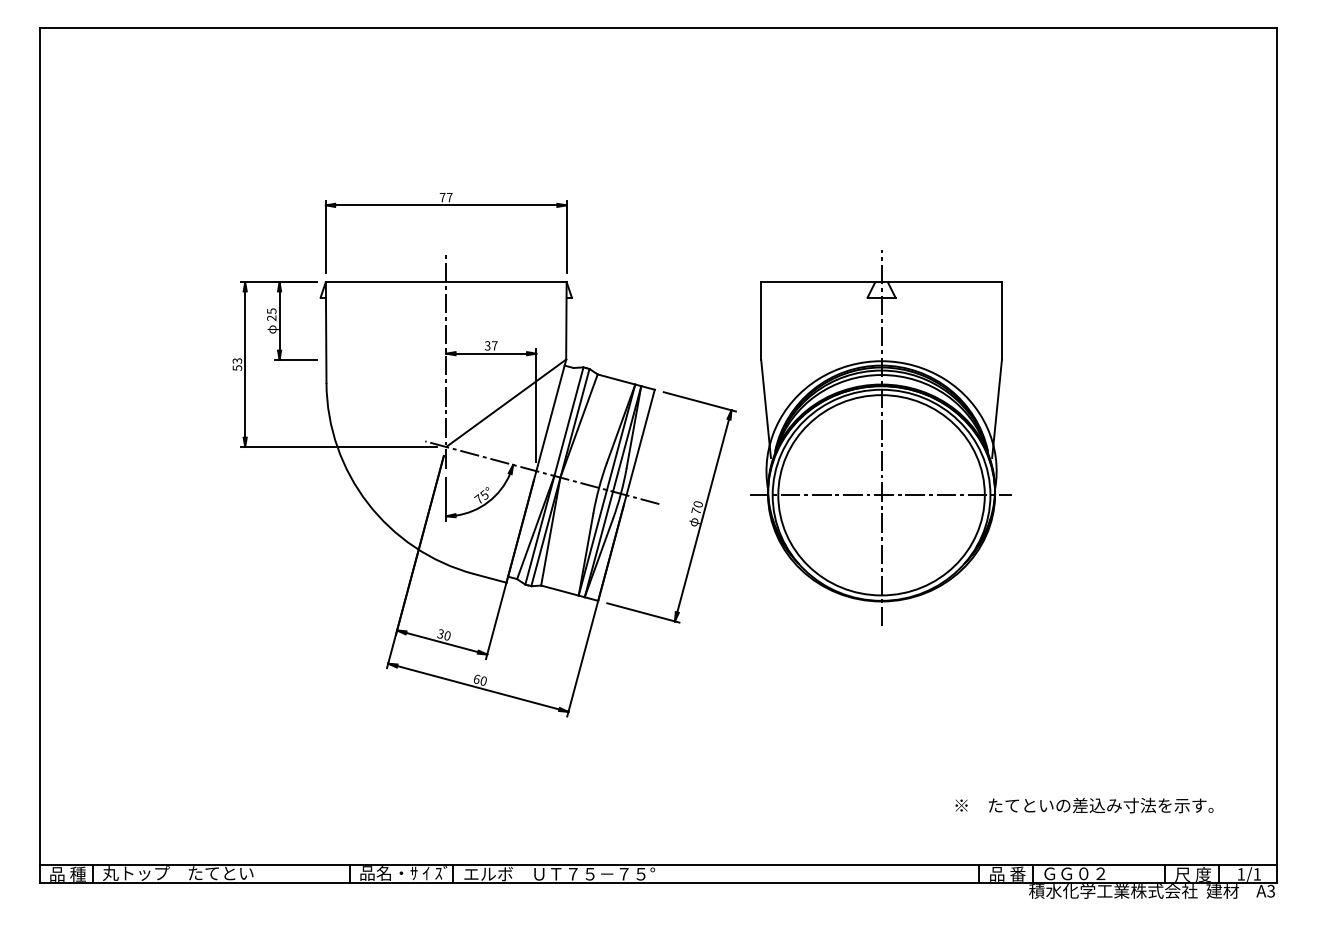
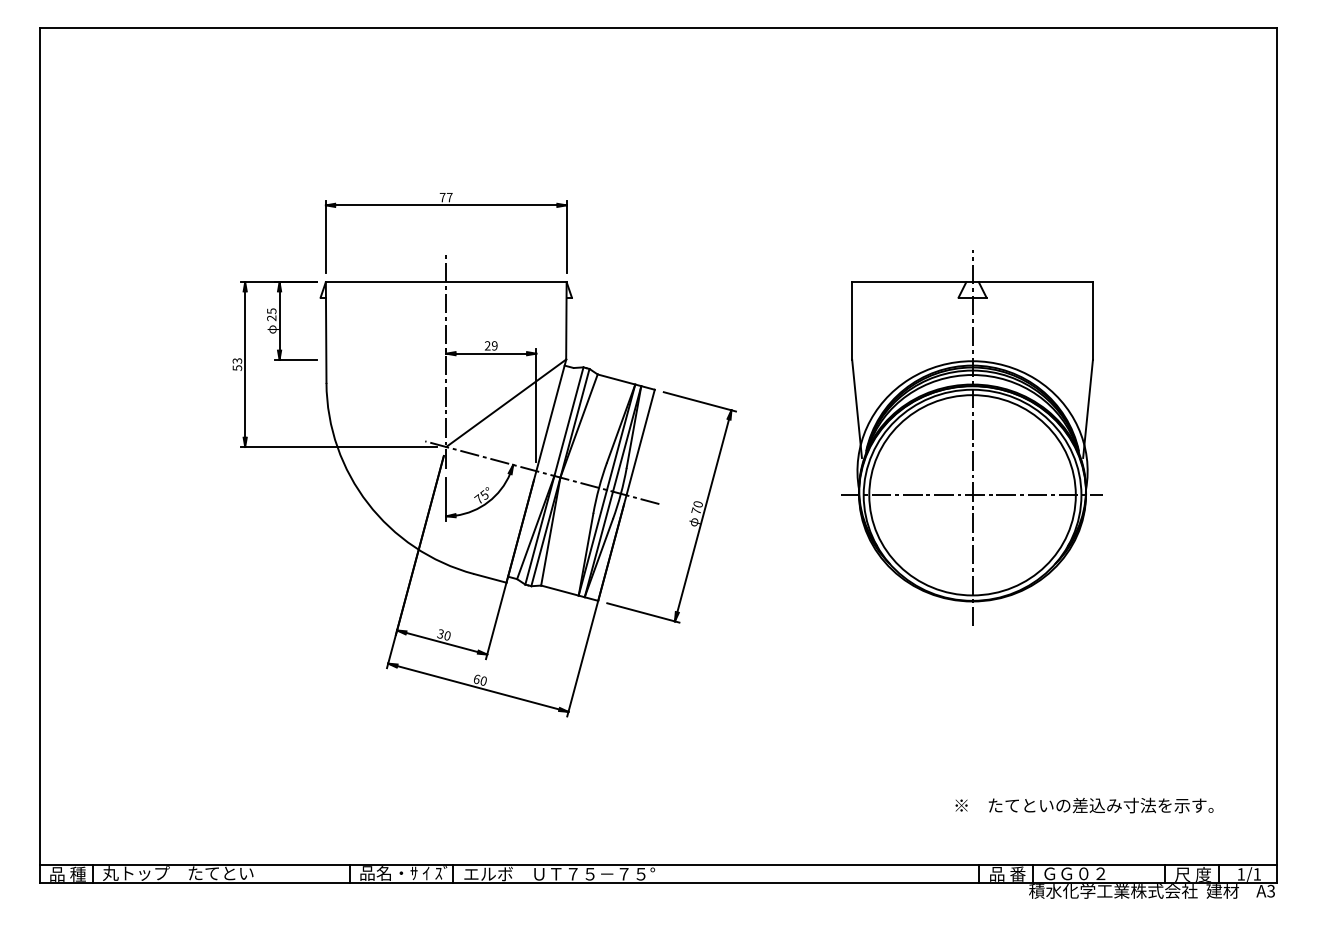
text at (490, 345): 37 -> 29
part at (880, 437) position: (880, 437) -> (971, 437)
